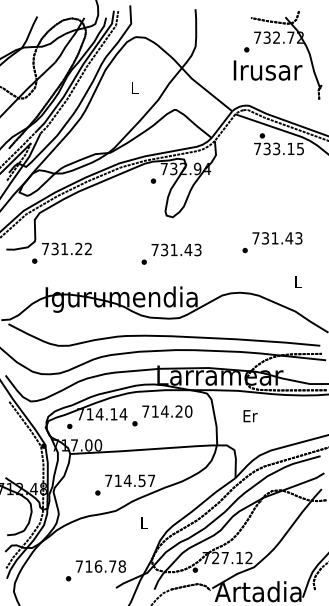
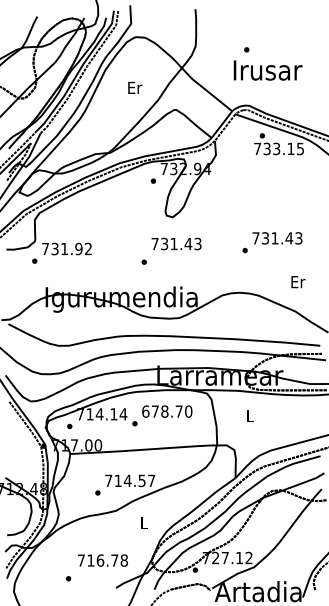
part at (284, 43): present -> none
text at (135, 87): L -> Er
text at (78, 248): 731.22 -> 731.92
text at (176, 249) position: (176, 249) -> (176, 243)
text at (298, 282): L -> Er
text at (162, 411): 714.20 -> 678.70
text at (250, 416): Er -> L
text at (100, 566) position: (100, 566) -> (102, 560)
